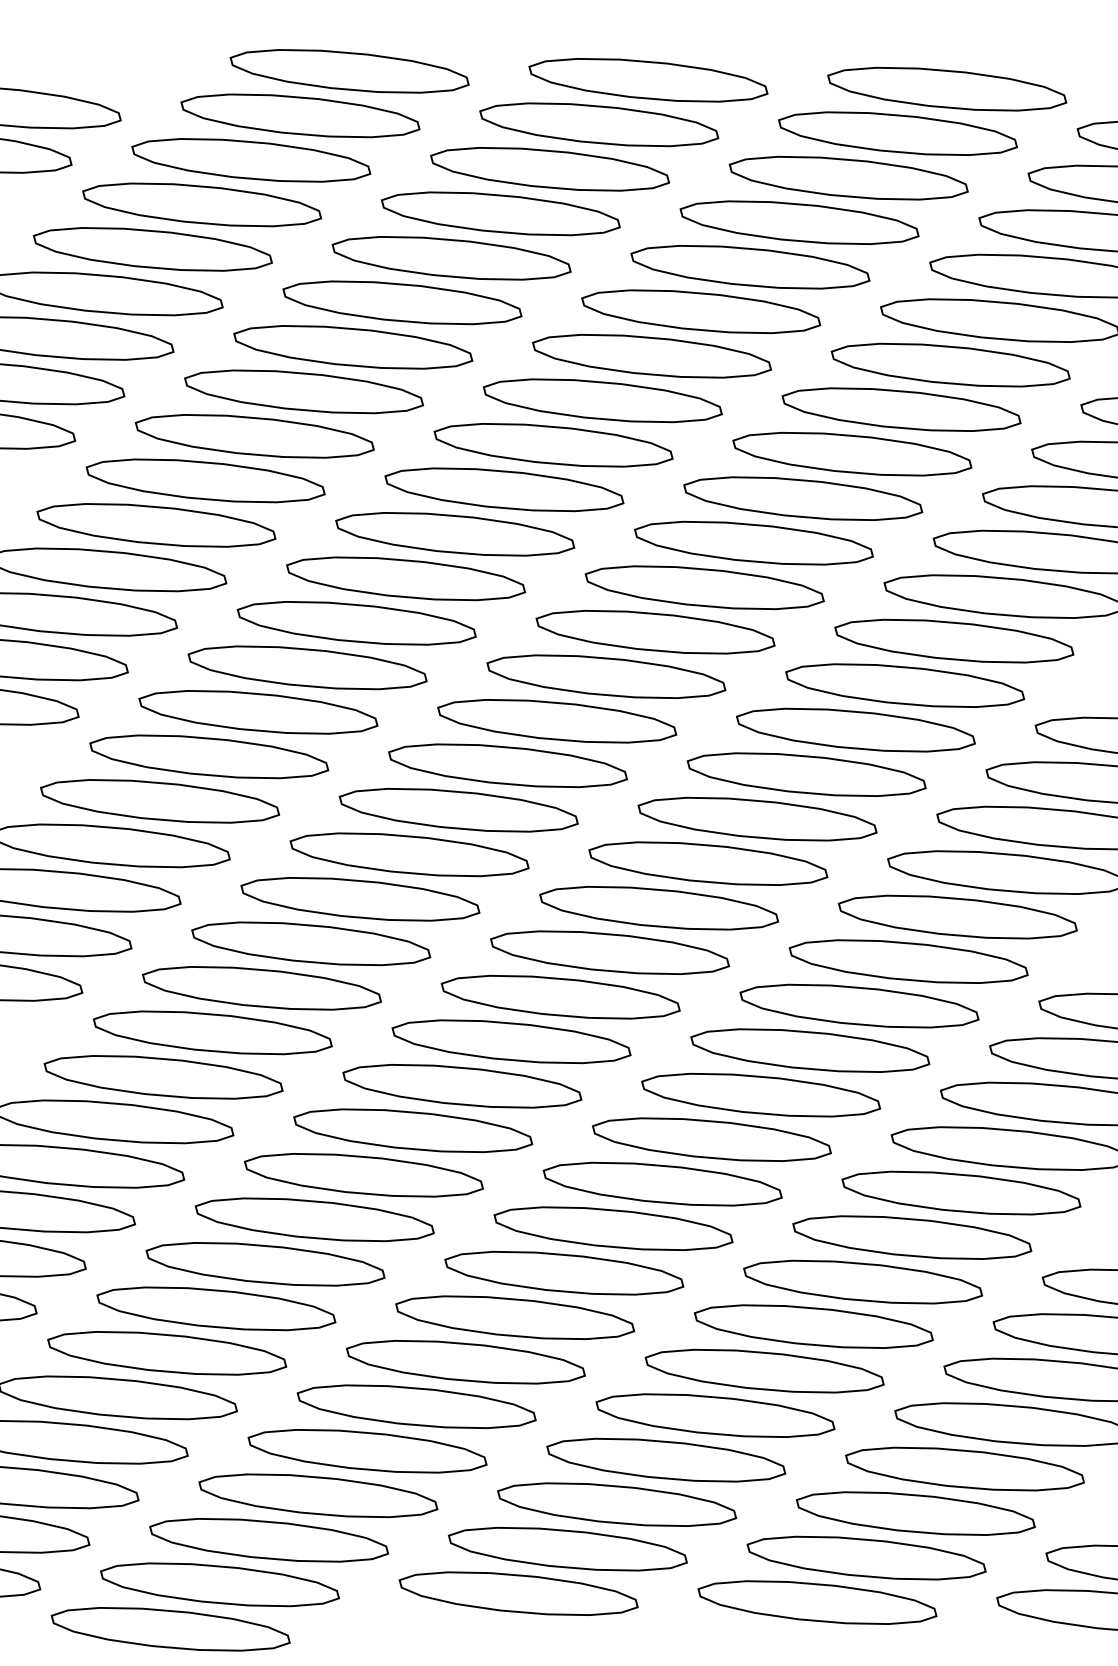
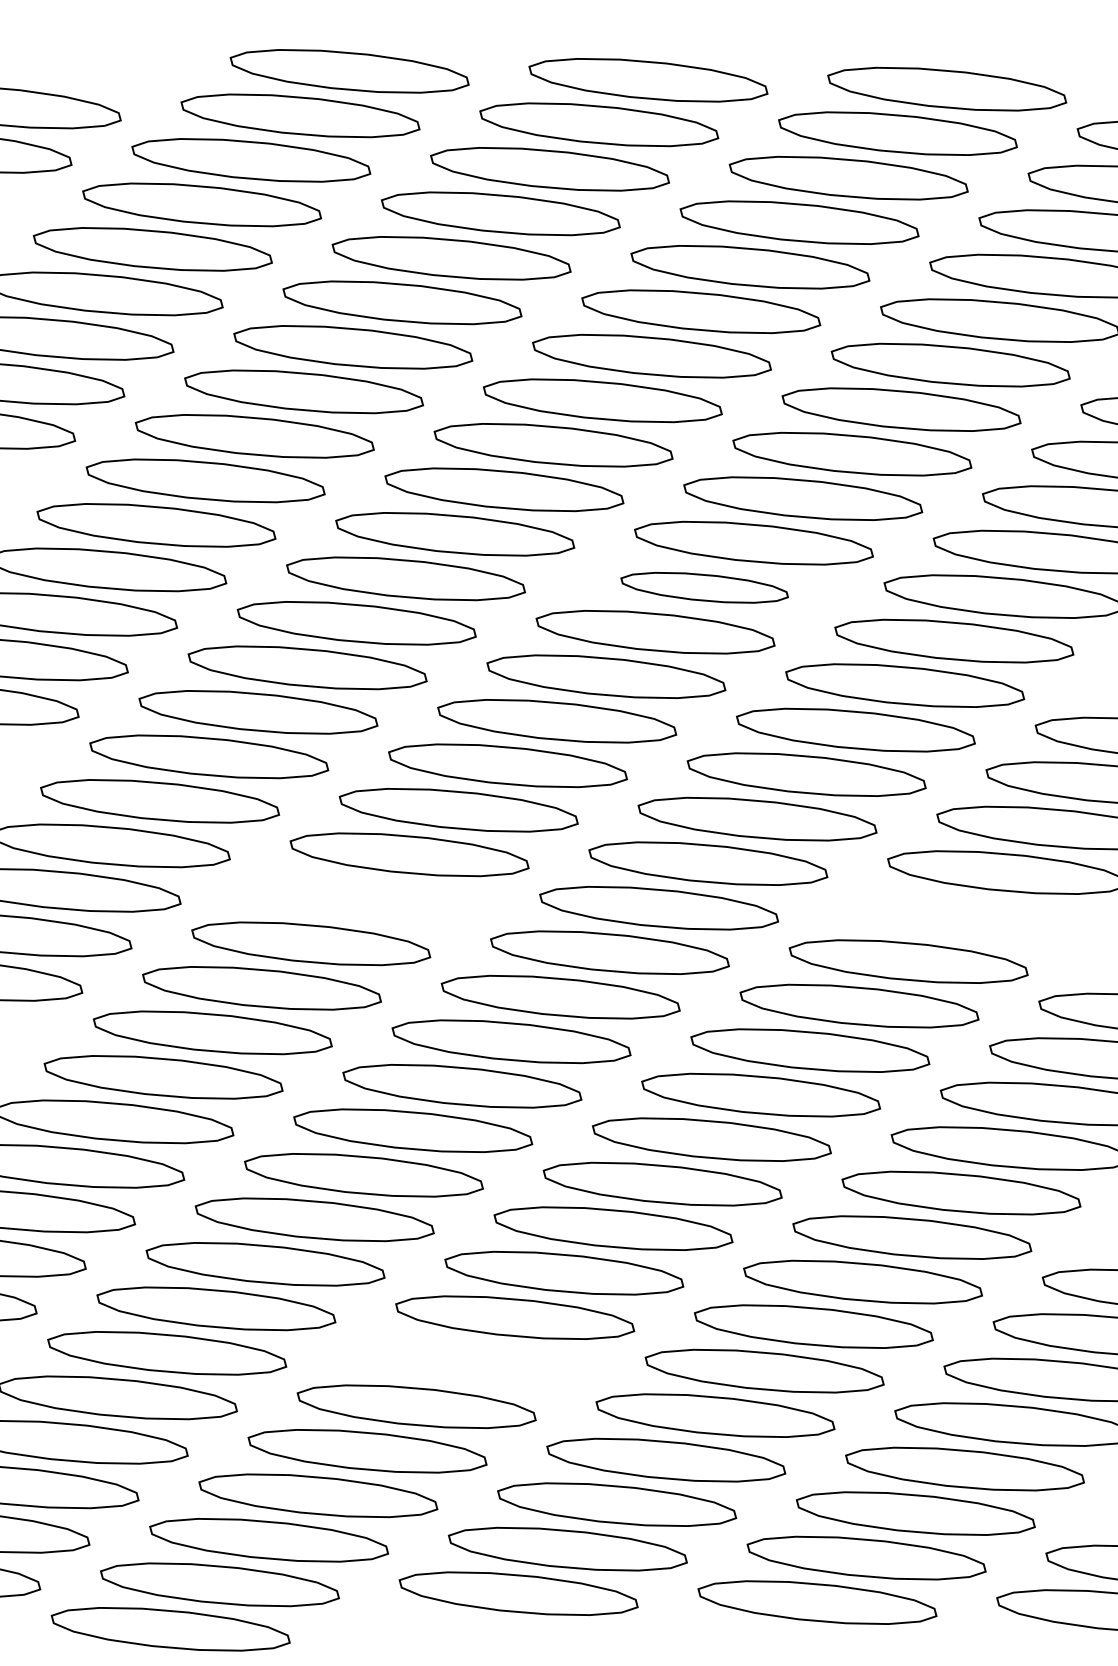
part at (704, 587) size: 241x46 px -> 169x33 px
part at (360, 899): present -> none
part at (957, 916): present -> none
part at (465, 1362): present -> none
